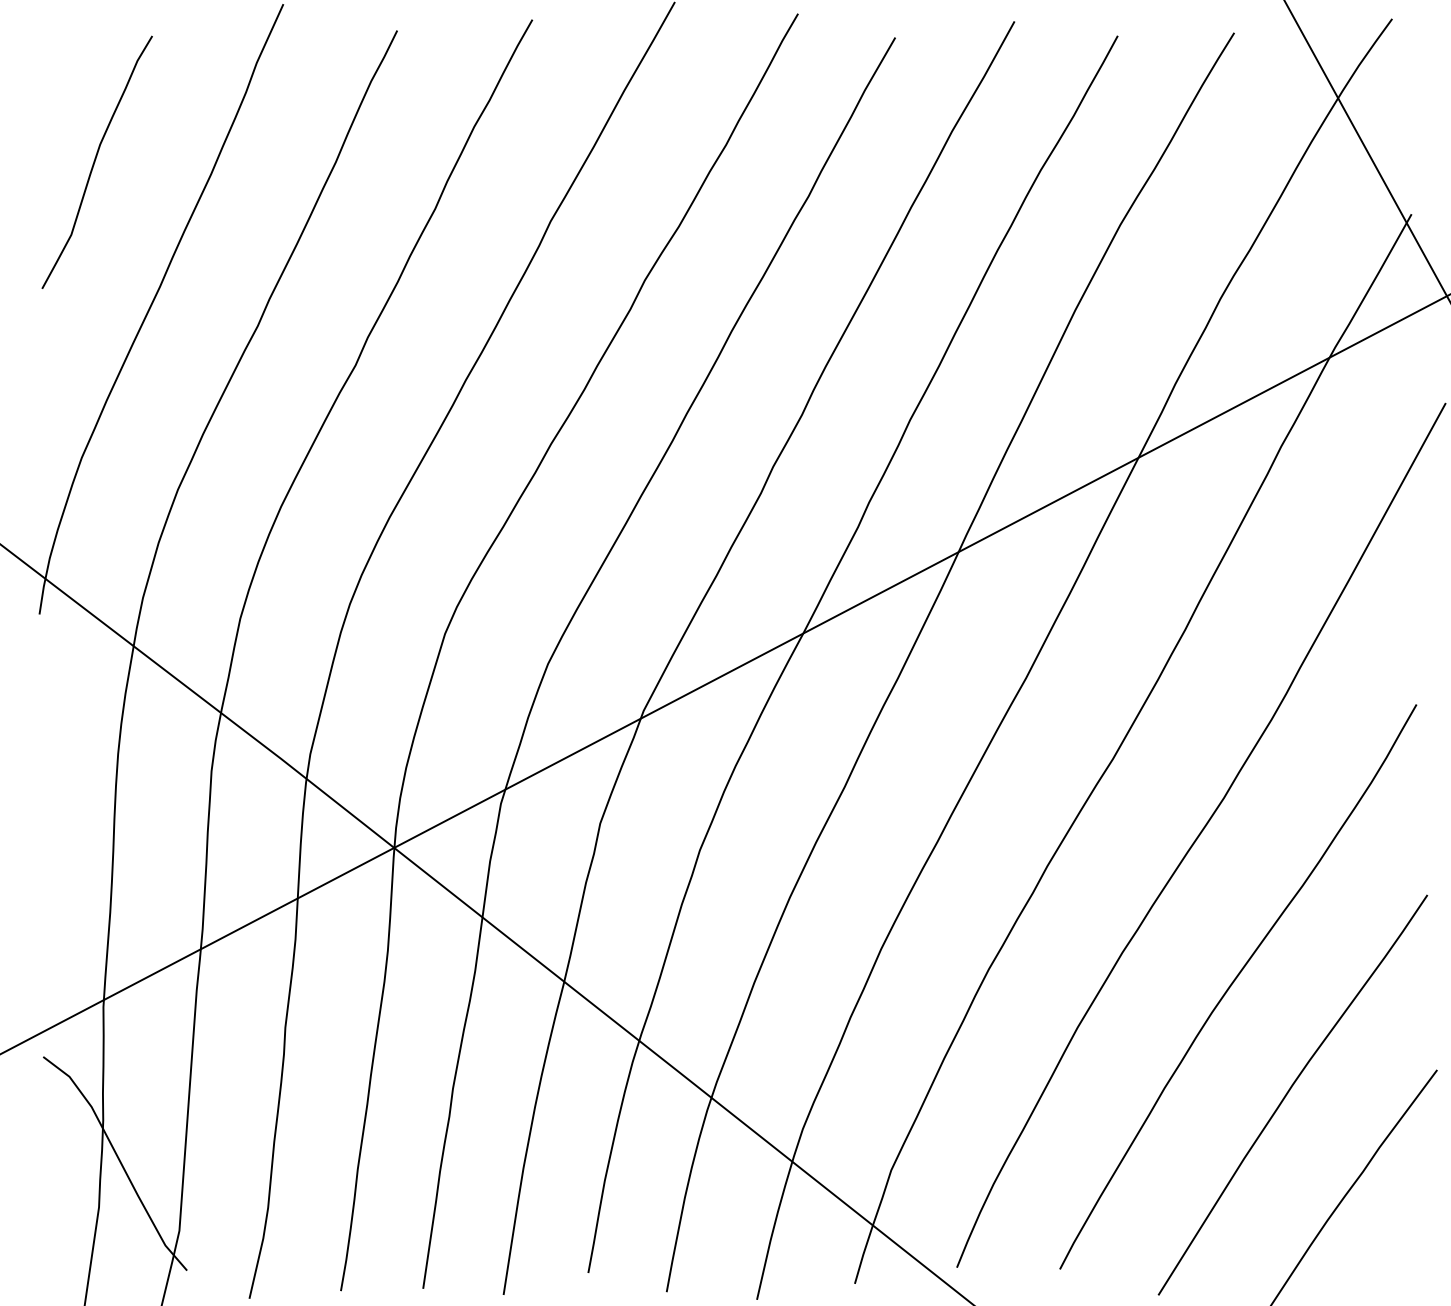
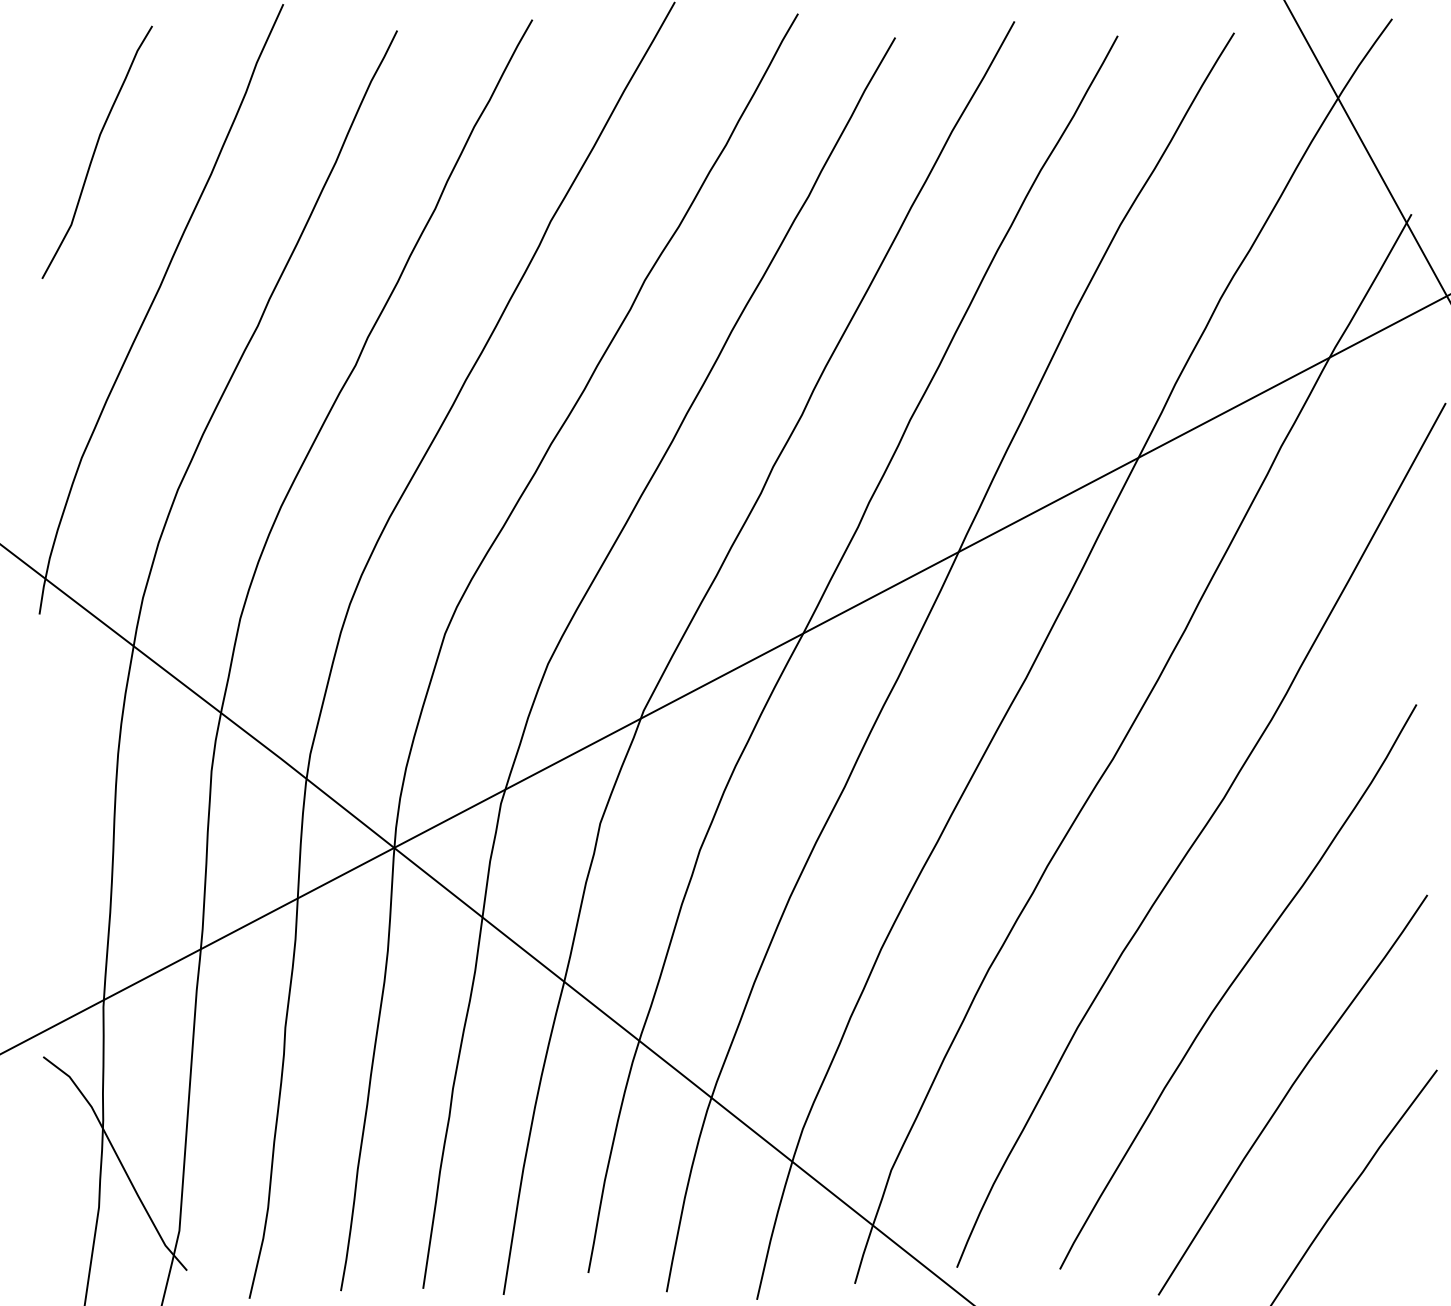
curve at (95, 161) position: (95, 161) -> (95, 151)
